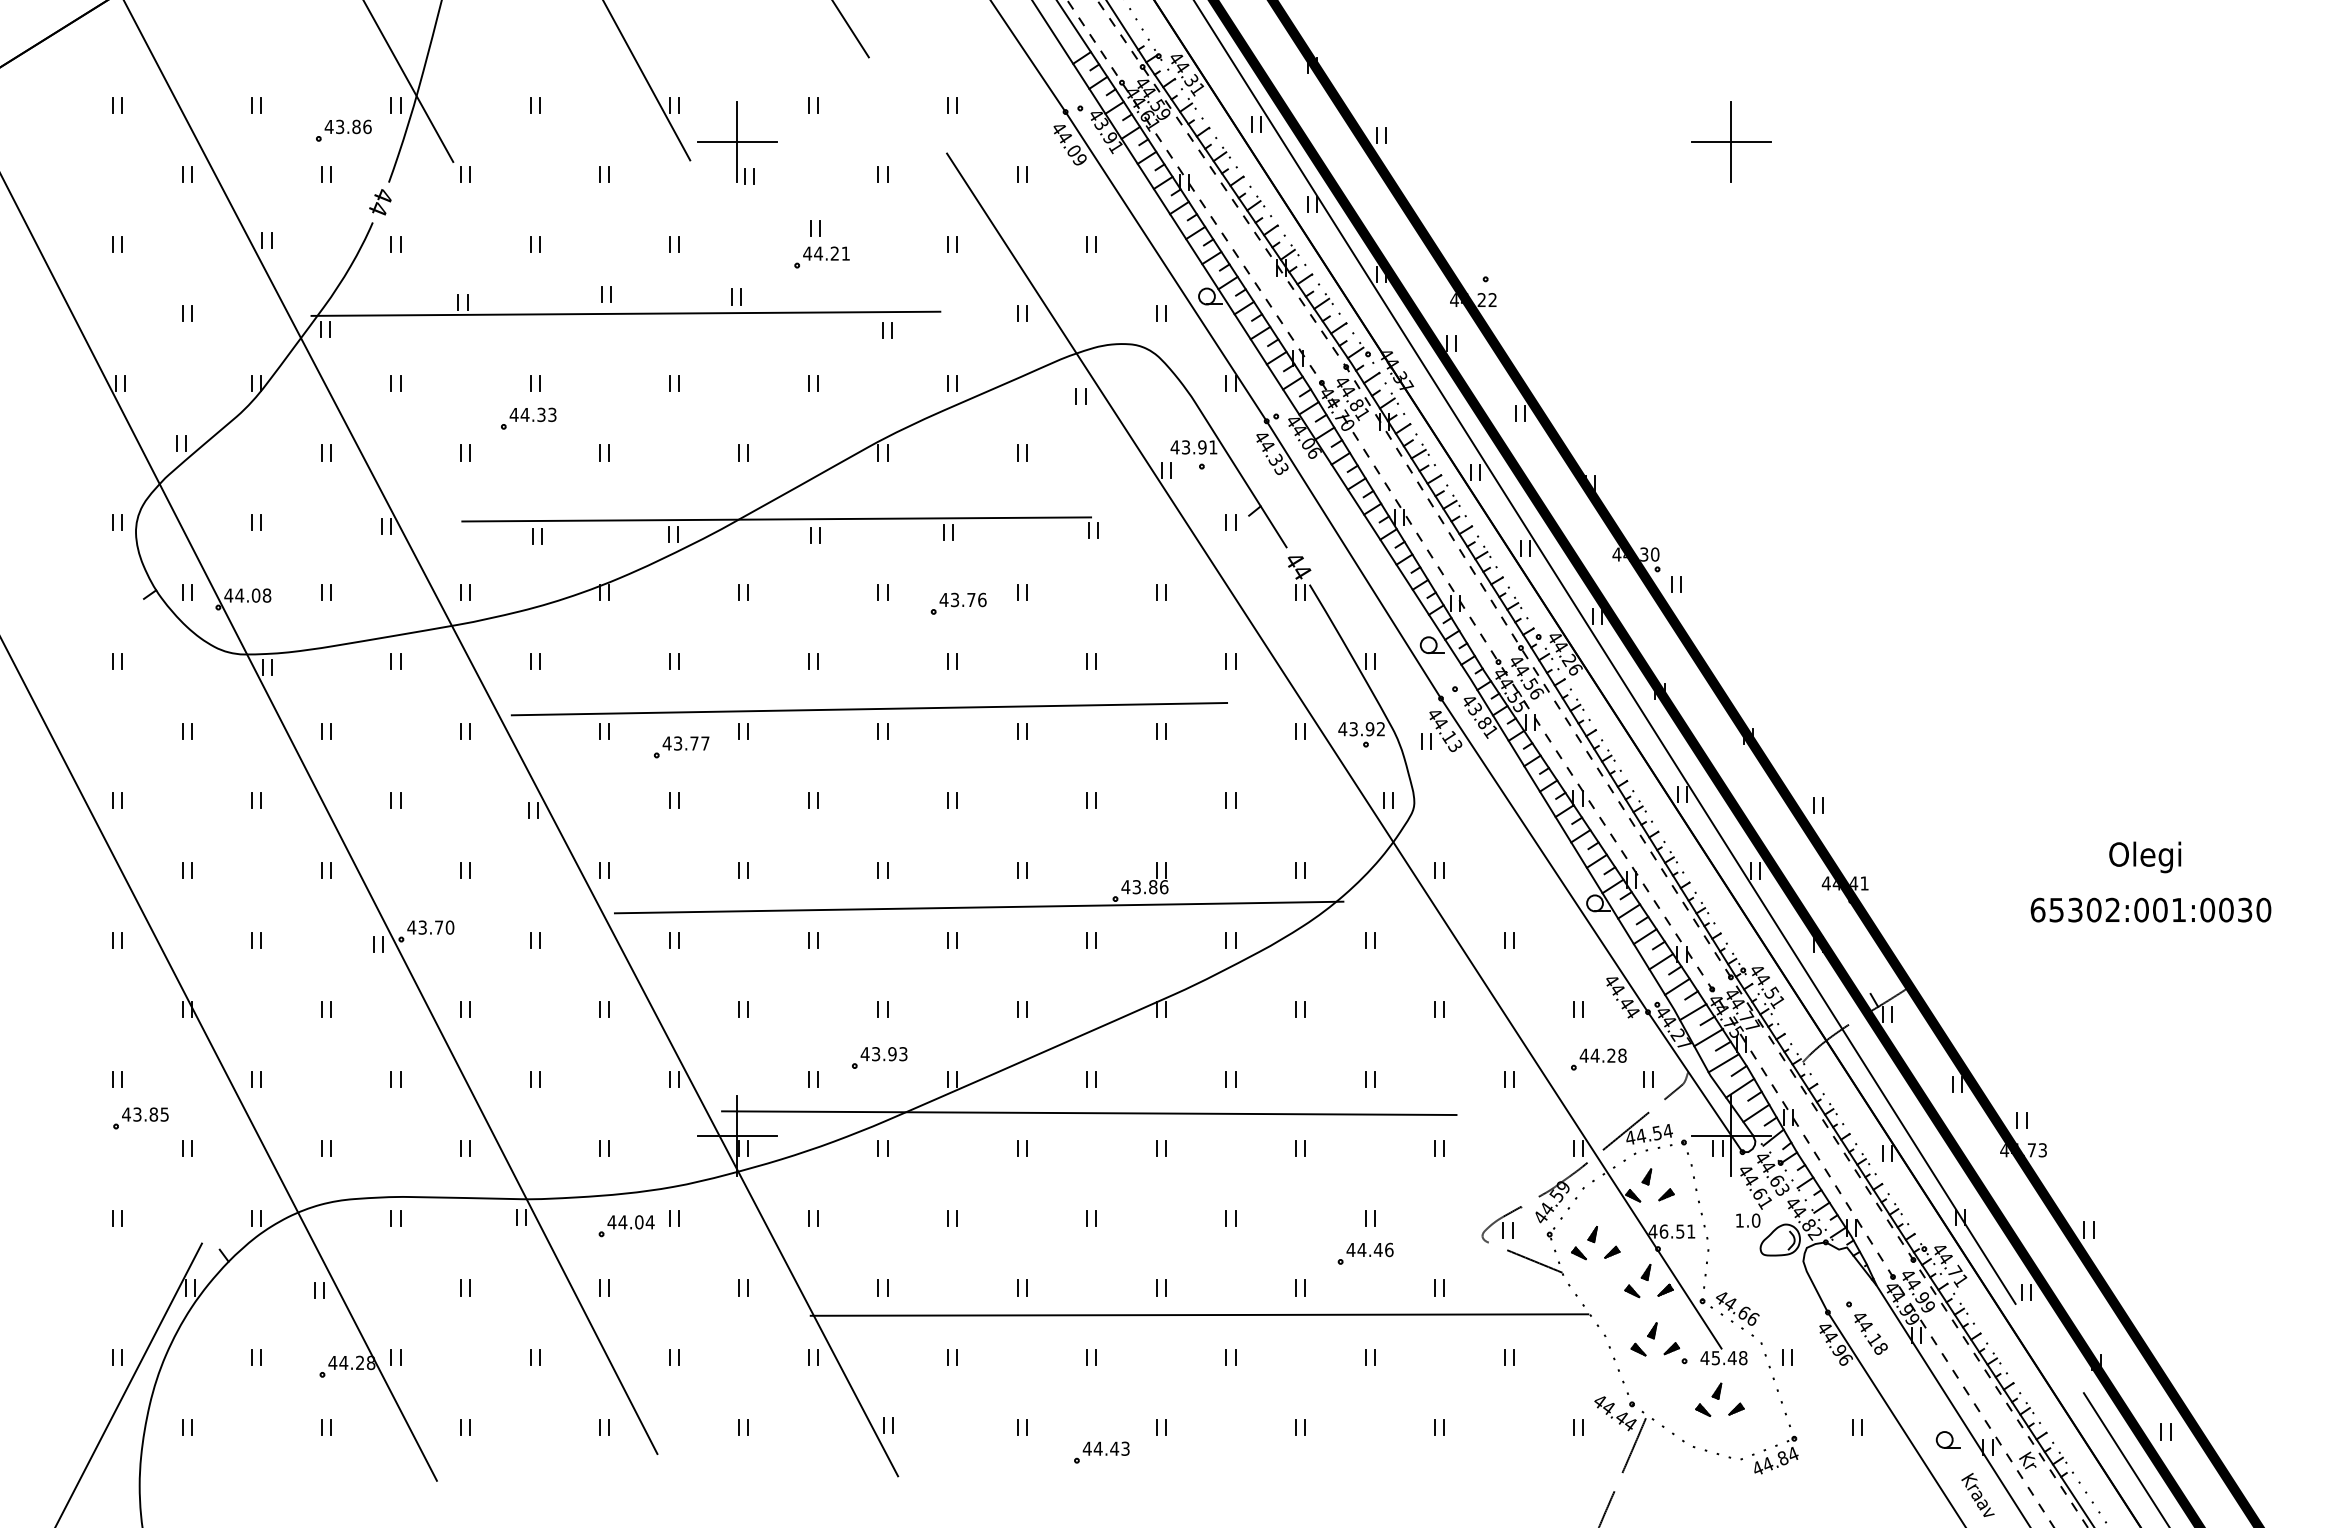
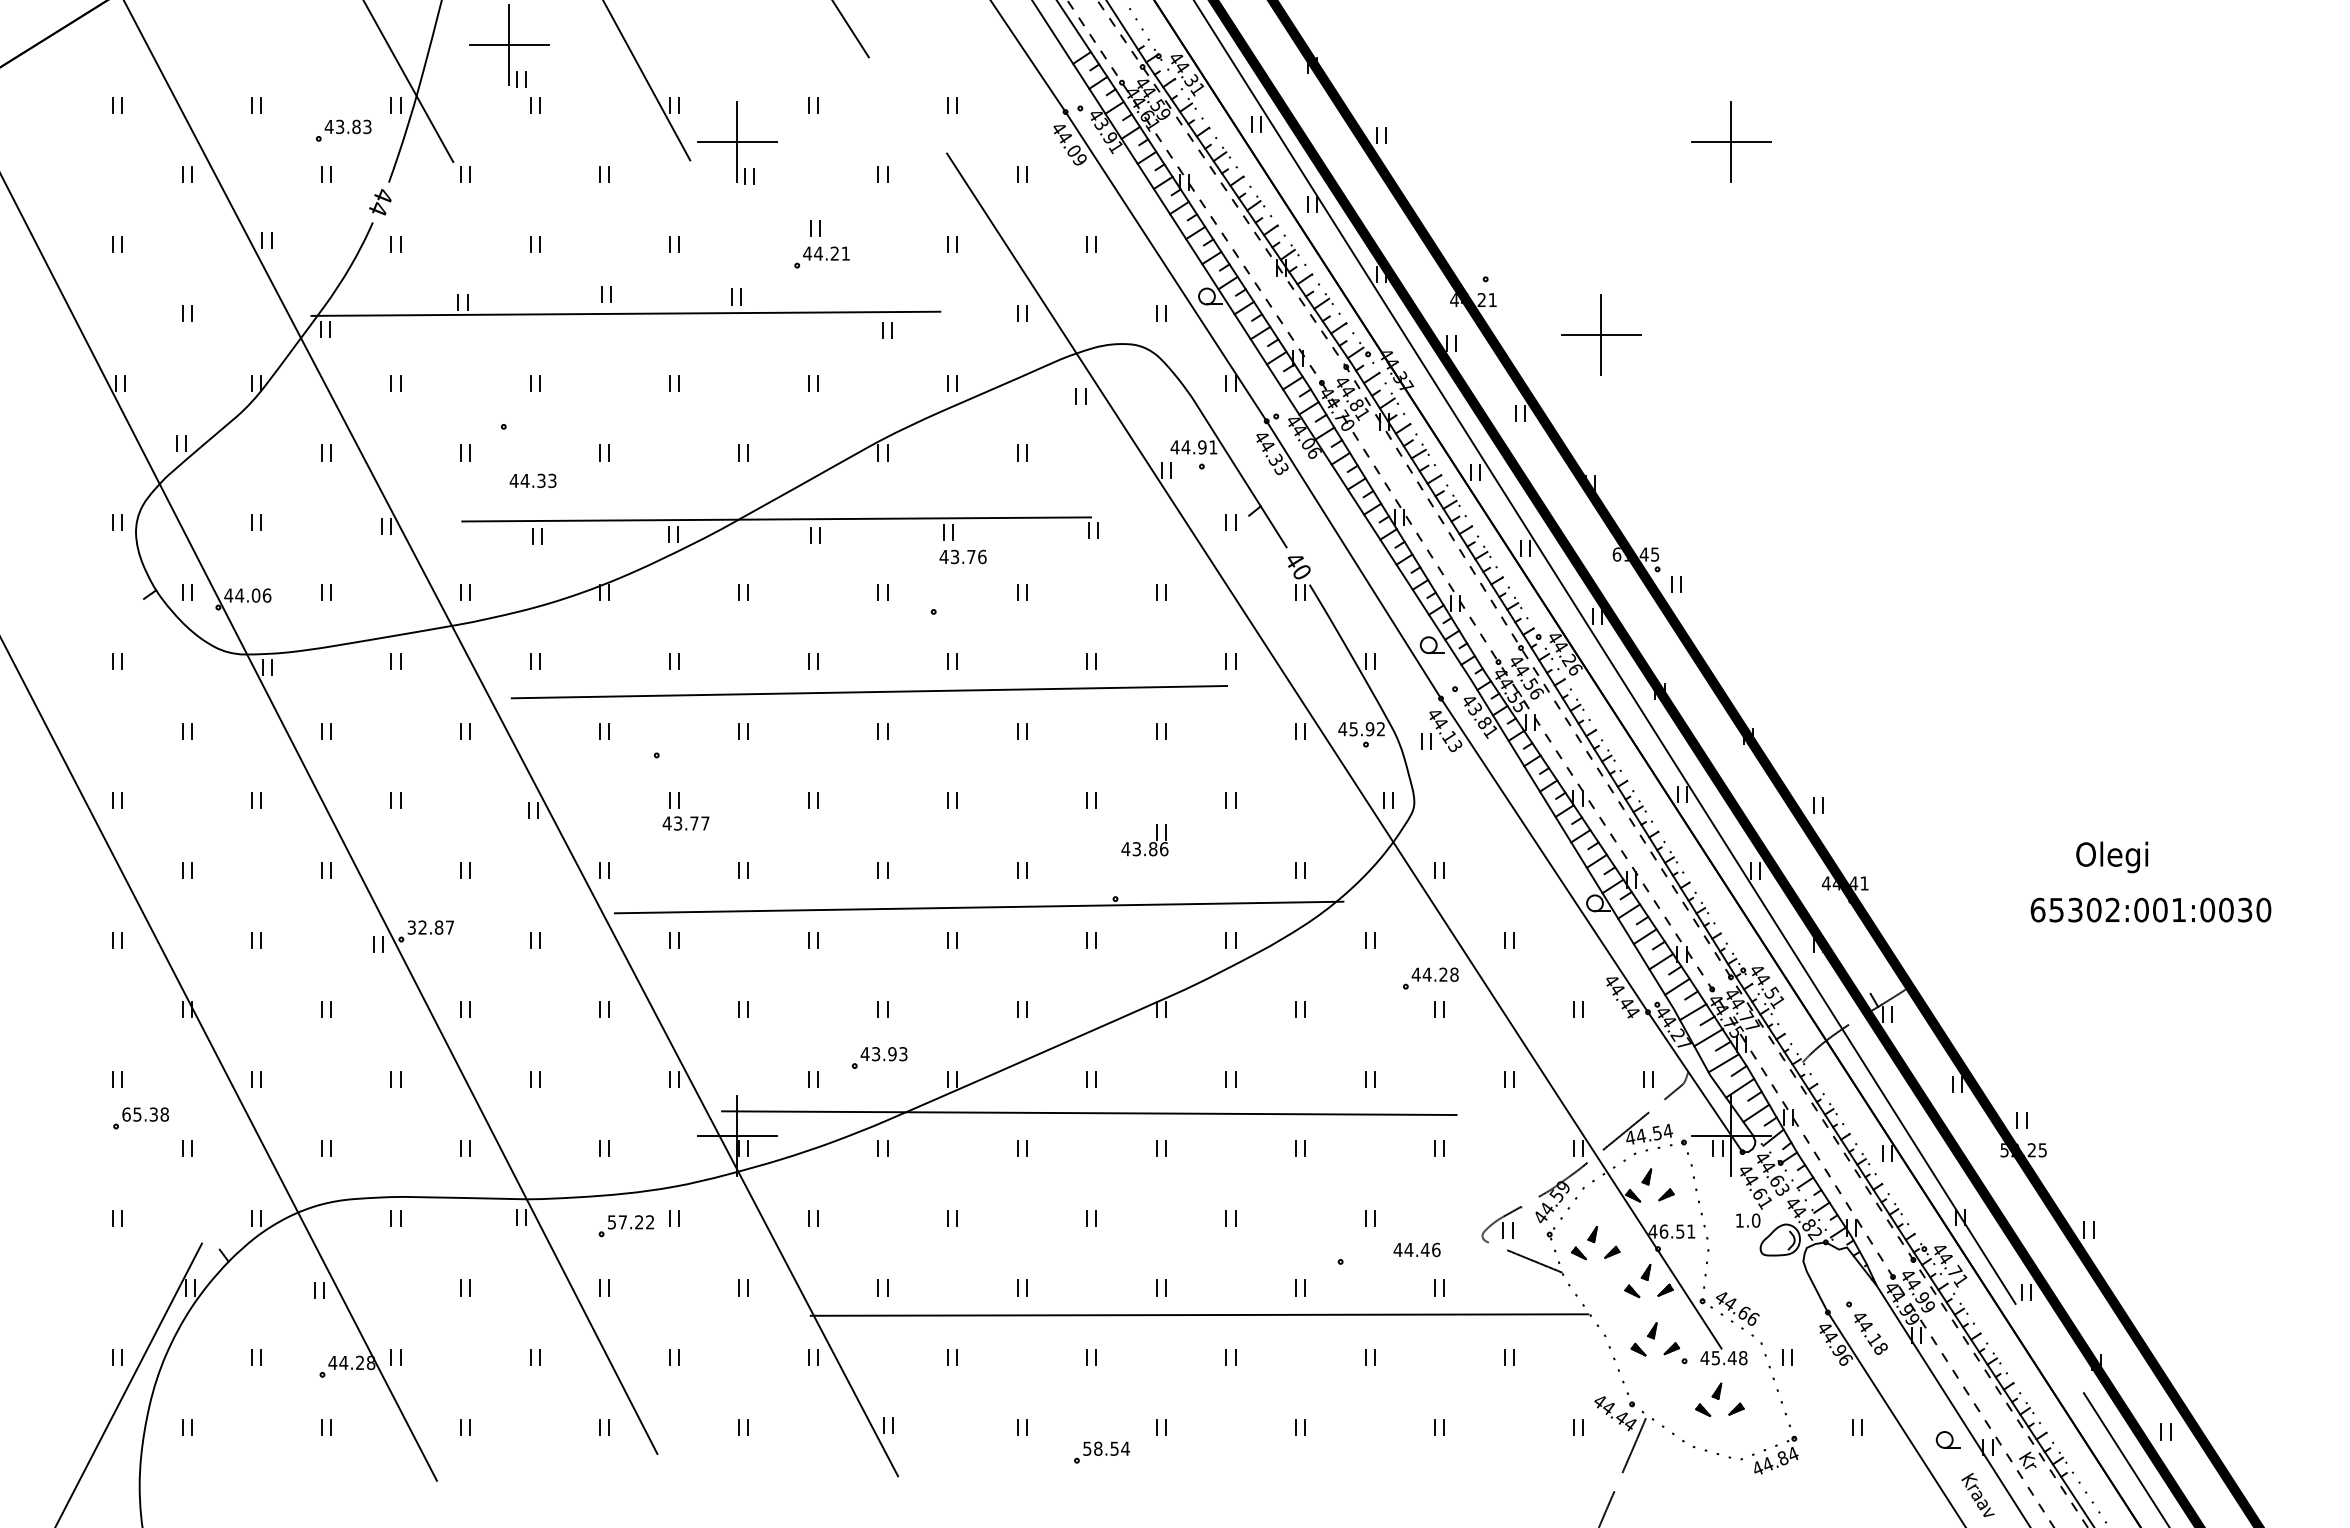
part at (509, 45): none -> present
text at (367, 126): 43.86 -> 43.83
text at (1492, 299): 44.22 -> 44.21
part at (1601, 334): none -> present
text at (532, 414) position: (532, 414) -> (532, 480)
text at (1185, 447): 43.91 -> 44.91
text at (1635, 554): 44.30 -> 61.45
text at (1302, 572): 44 -> 40
text at (266, 595): 44.08 -> 44.06
text at (962, 599) position: (962, 599) -> (962, 556)
line at (868, 709) position: (868, 709) -> (868, 692)
text at (1353, 728): 43.92 -> 45.92
text at (685, 743) position: (685, 743) -> (685, 823)
text at (2145, 857) position: (2145, 857) -> (2112, 857)
part at (1144, 878) position: (1144, 878) -> (1144, 840)
text at (430, 927): 43.70 -> 32.87
part at (1598, 1059) position: (1598, 1059) -> (1430, 978)
text at (145, 1114): 43.85 -> 65.38
text at (2023, 1150): 44.73 -> 52.25
text at (630, 1222): 44.04 -> 57.22
text at (1369, 1249) position: (1369, 1249) -> (1416, 1249)
text at (1106, 1448): 44.43 -> 58.54
